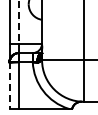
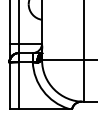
line at (18, 21): dashed -> solid
line at (9, 86): dashed -> solid
